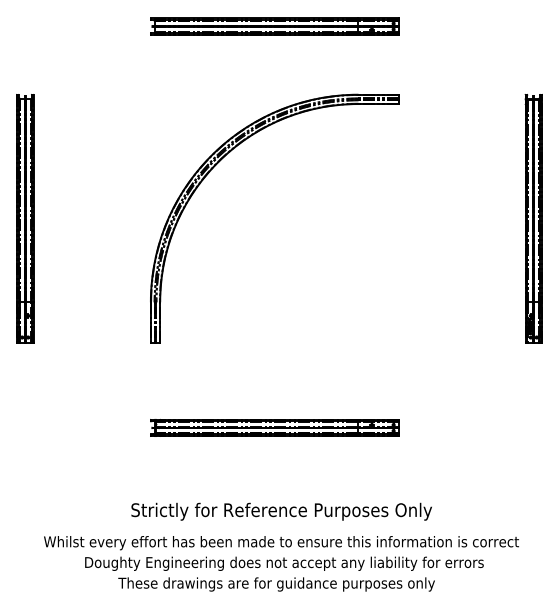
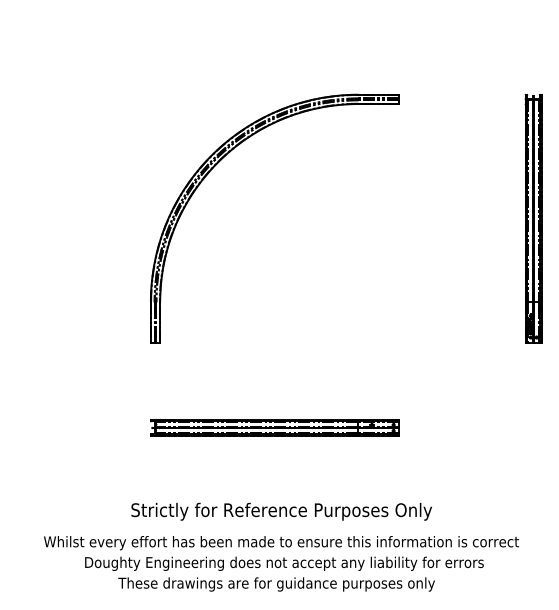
part at (274, 26): present -> none
part at (25, 218): present -> none
